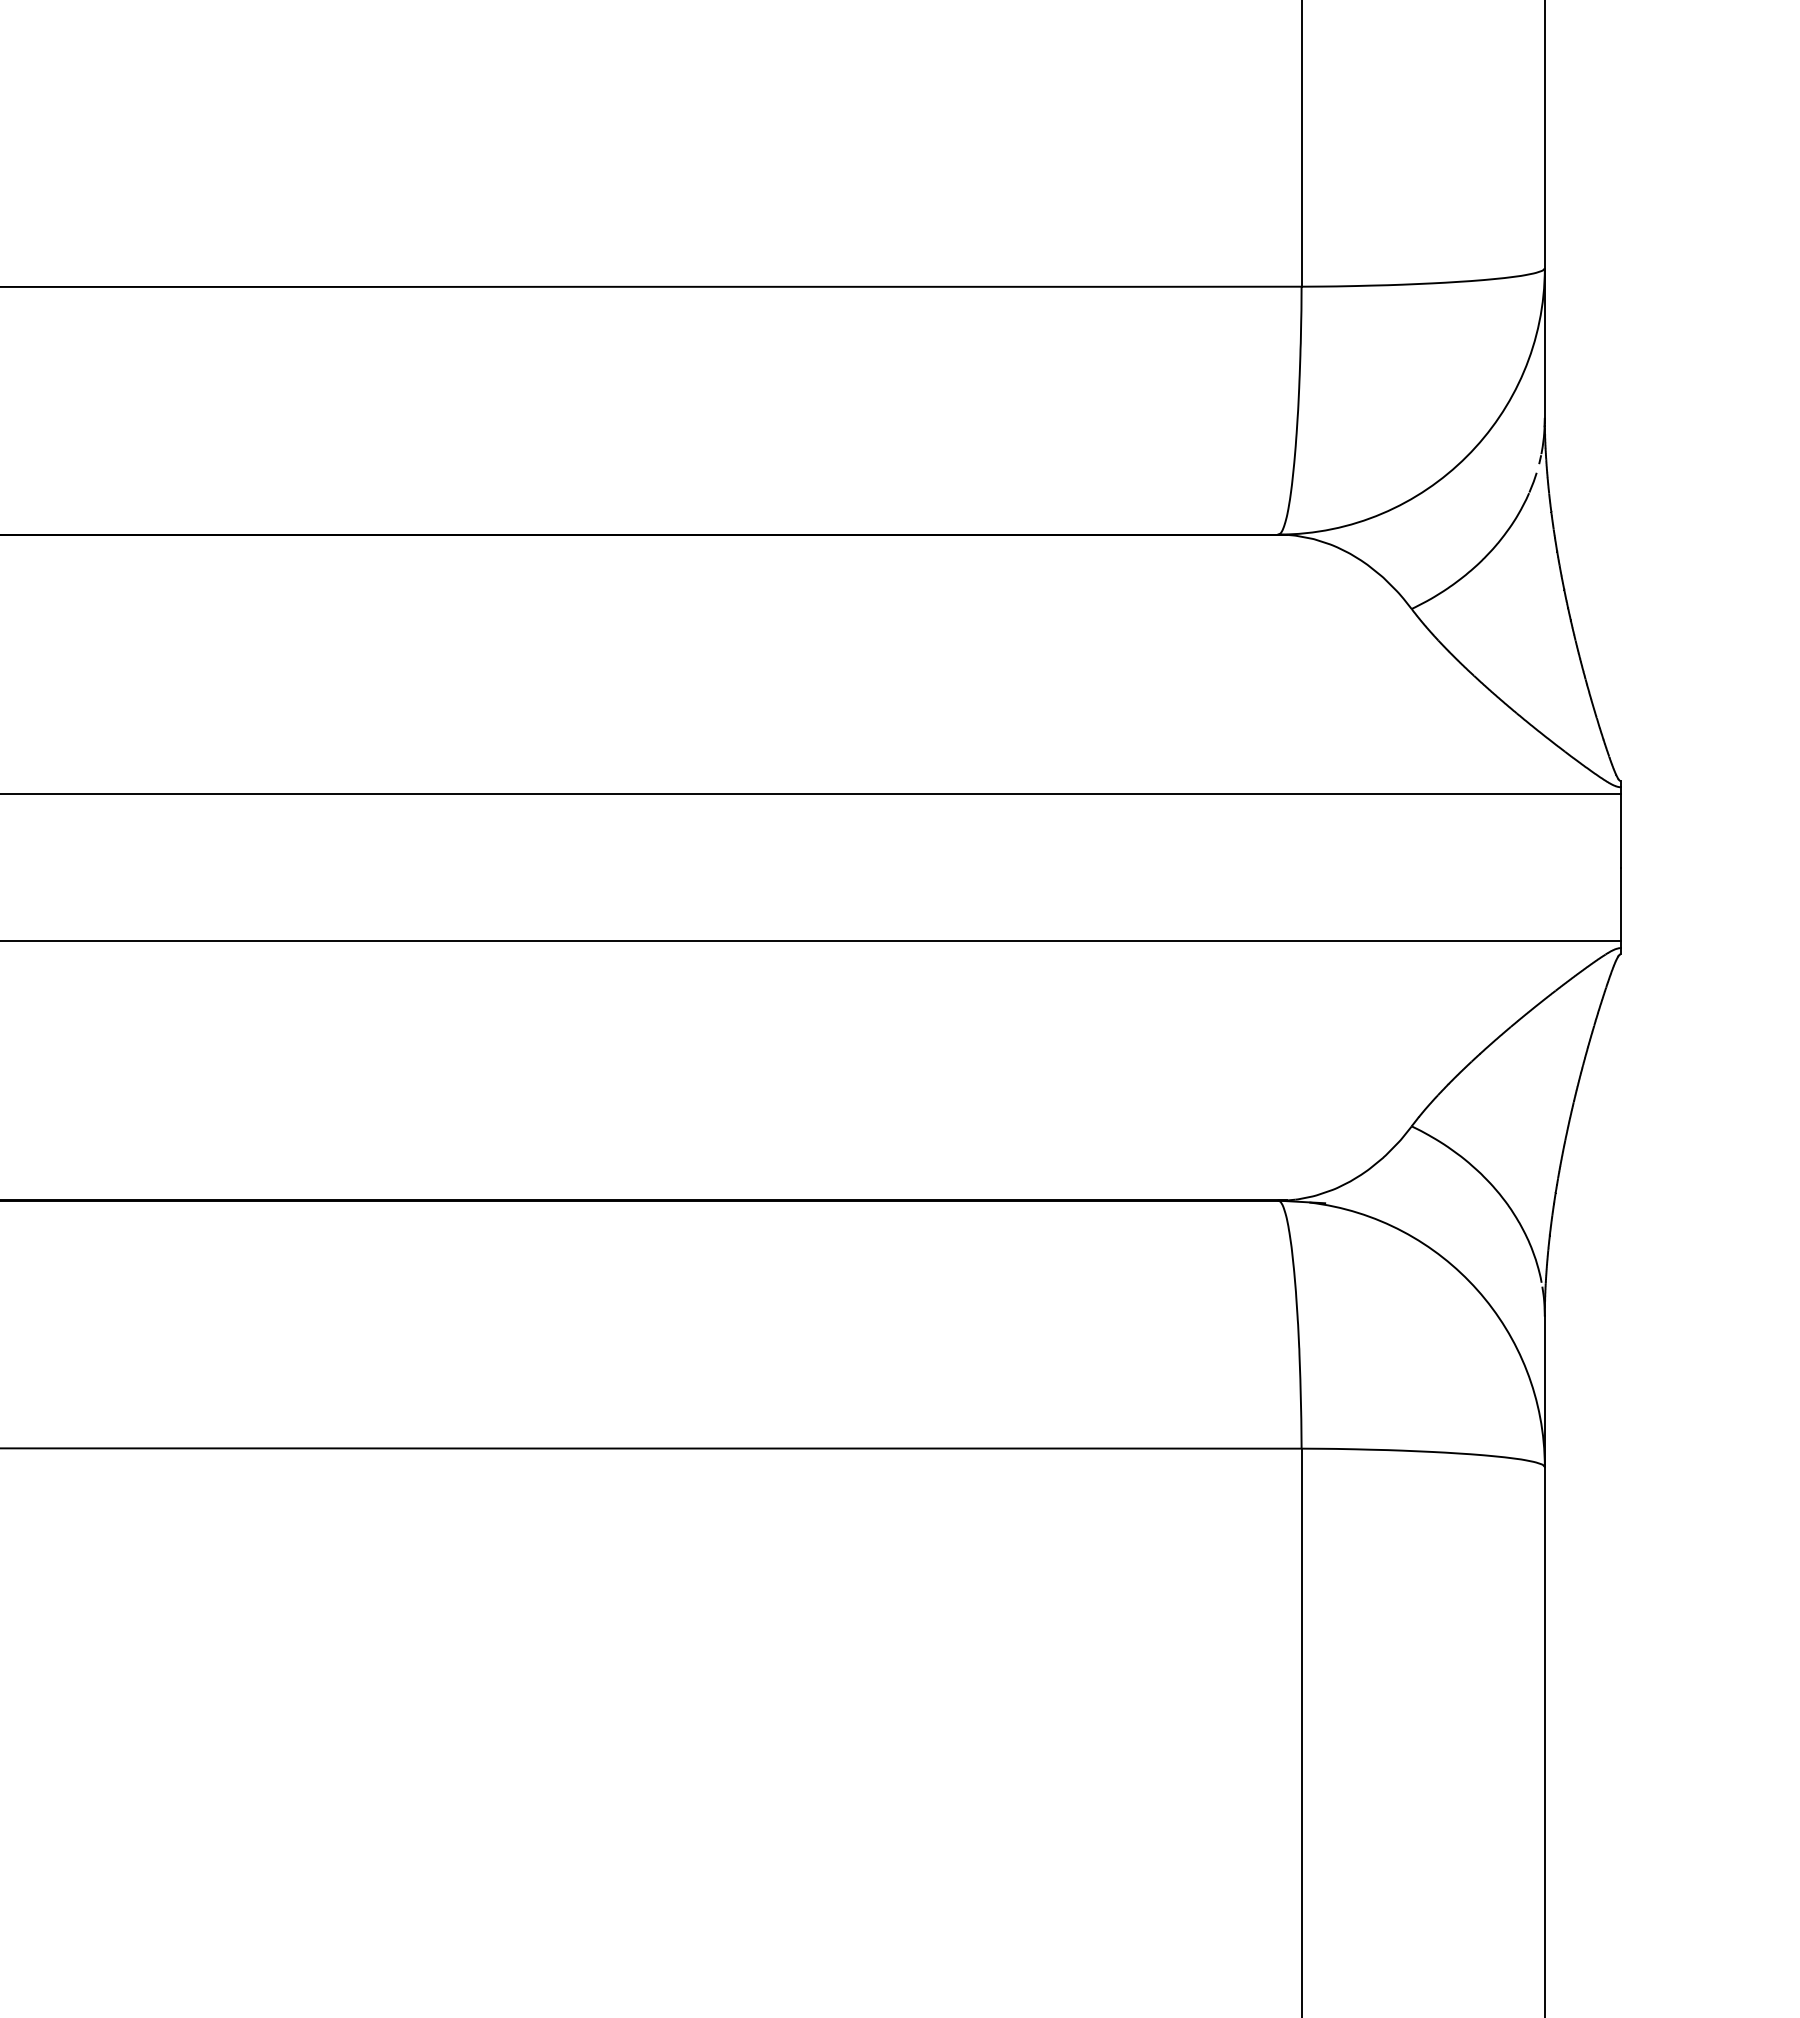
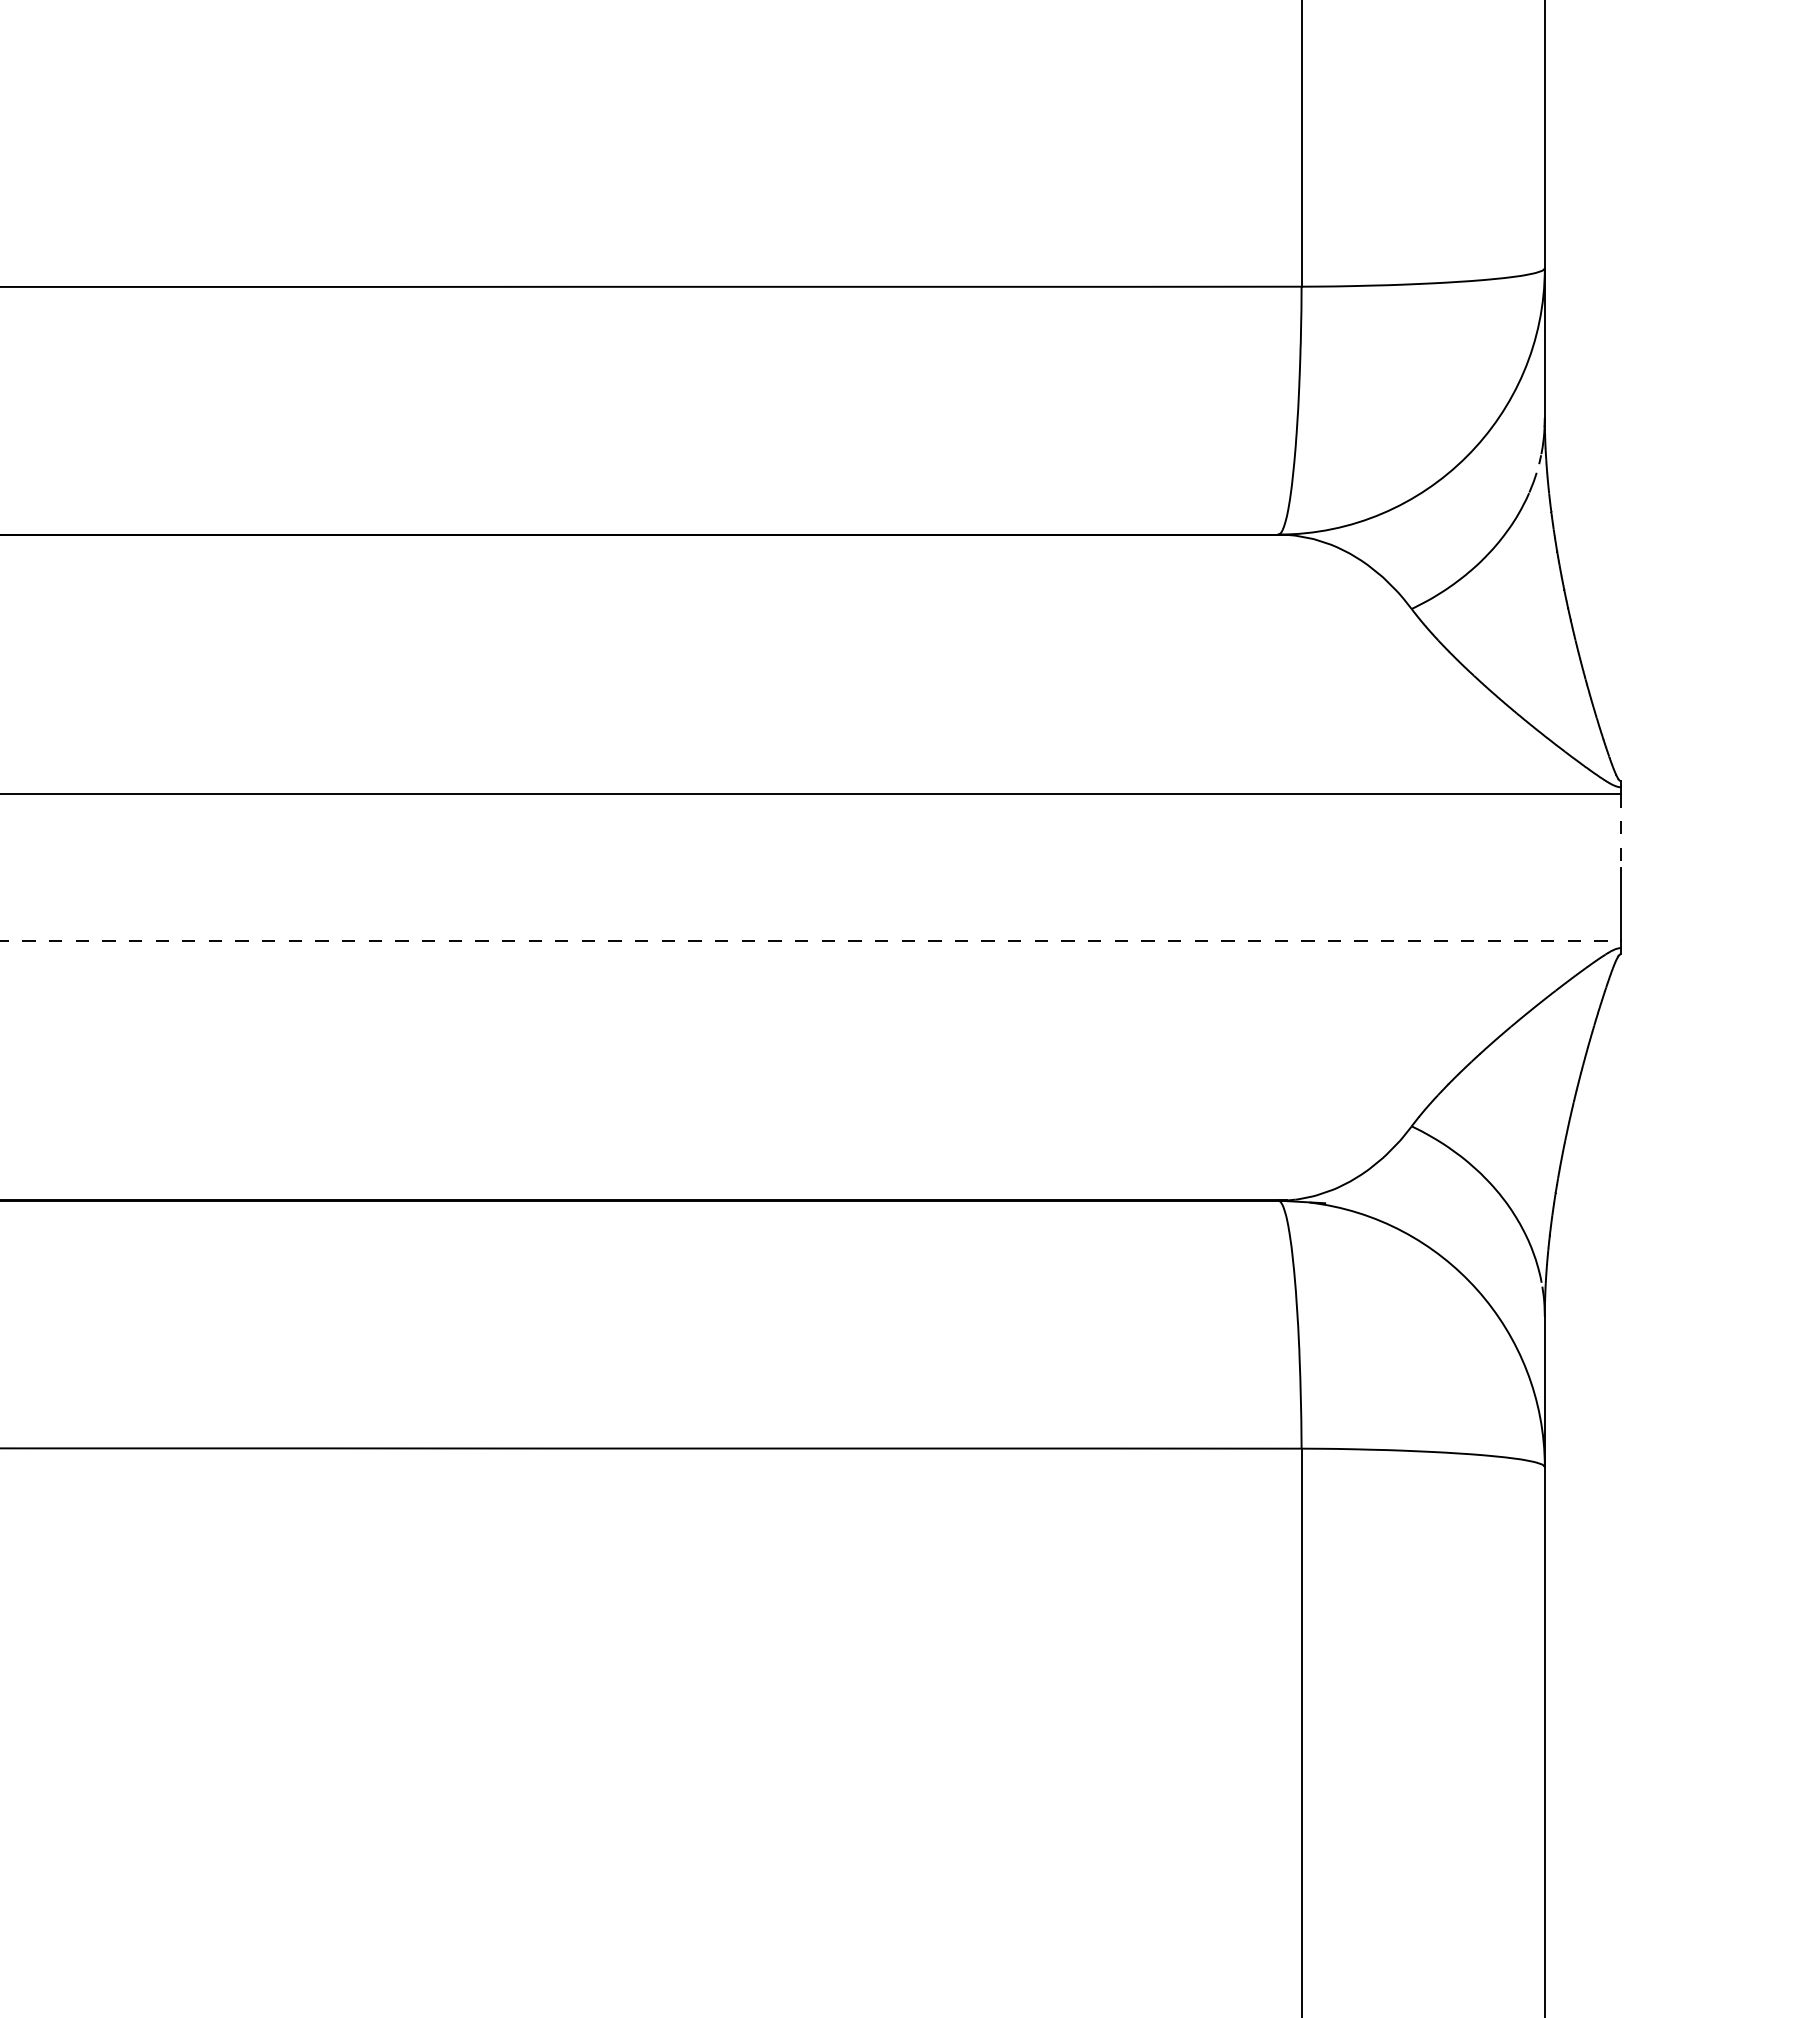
line at (1620, 831): solid -> dashed
line at (810, 940): solid -> dashed
